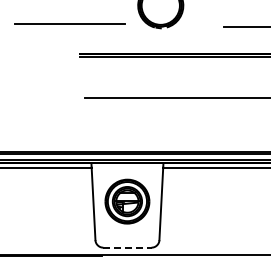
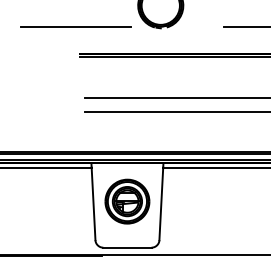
line at (69, 23) position: (69, 23) -> (75, 26)
line at (175, 111): none -> present
line at (127, 247): dashed -> solid
